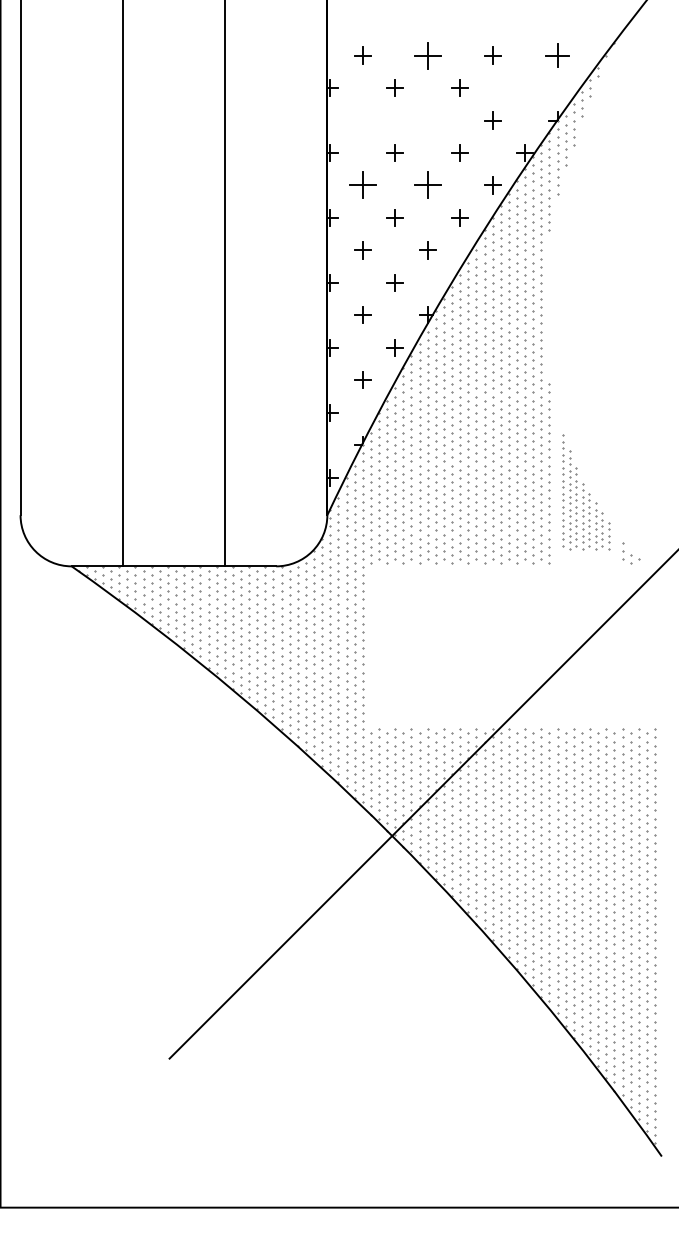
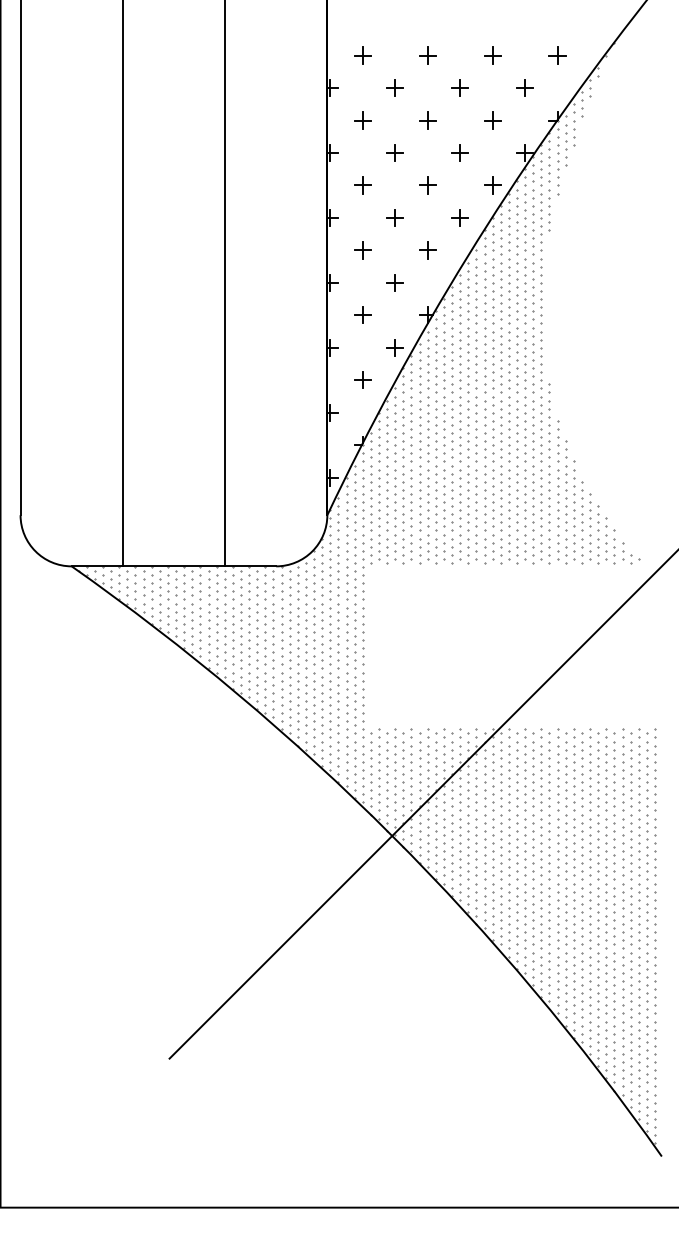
part at (427, 55) size: 28x28 px -> 18x19 px
part at (557, 55) size: 25x25 px -> 19x19 px
part at (524, 87): none -> present
part at (362, 120): none -> present
part at (427, 120): none -> present
part at (362, 184) size: 28x28 px -> 18x19 px
part at (427, 184) size: 28x28 px -> 18x19 px
part at (586, 492) size: 49x117 px -> 59x145 px
